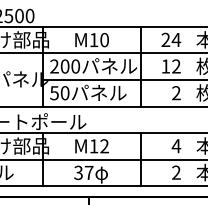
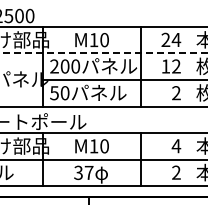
line at (104, 53): solid -> dashed
text at (104, 146): M12 -> M10
